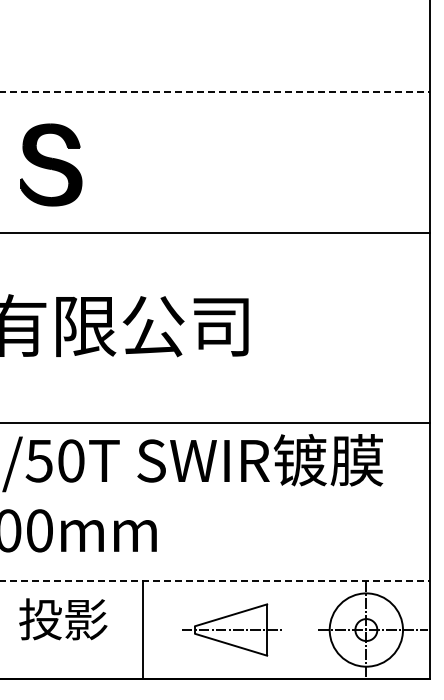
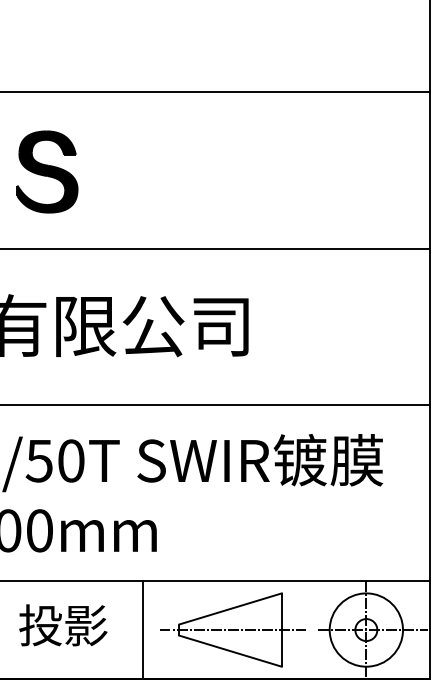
line at (215, 92): dashed -> solid
part at (51, 164) position: (51, 164) -> (47, 171)
line at (216, 232) position: (216, 232) -> (216, 248)
line at (216, 423) position: (216, 423) -> (216, 405)
line at (215, 581): dashed -> solid
text at (63, 619) position: (63, 619) -> (63, 625)
part at (231, 629) size: 100x54 px -> 146x76 px
